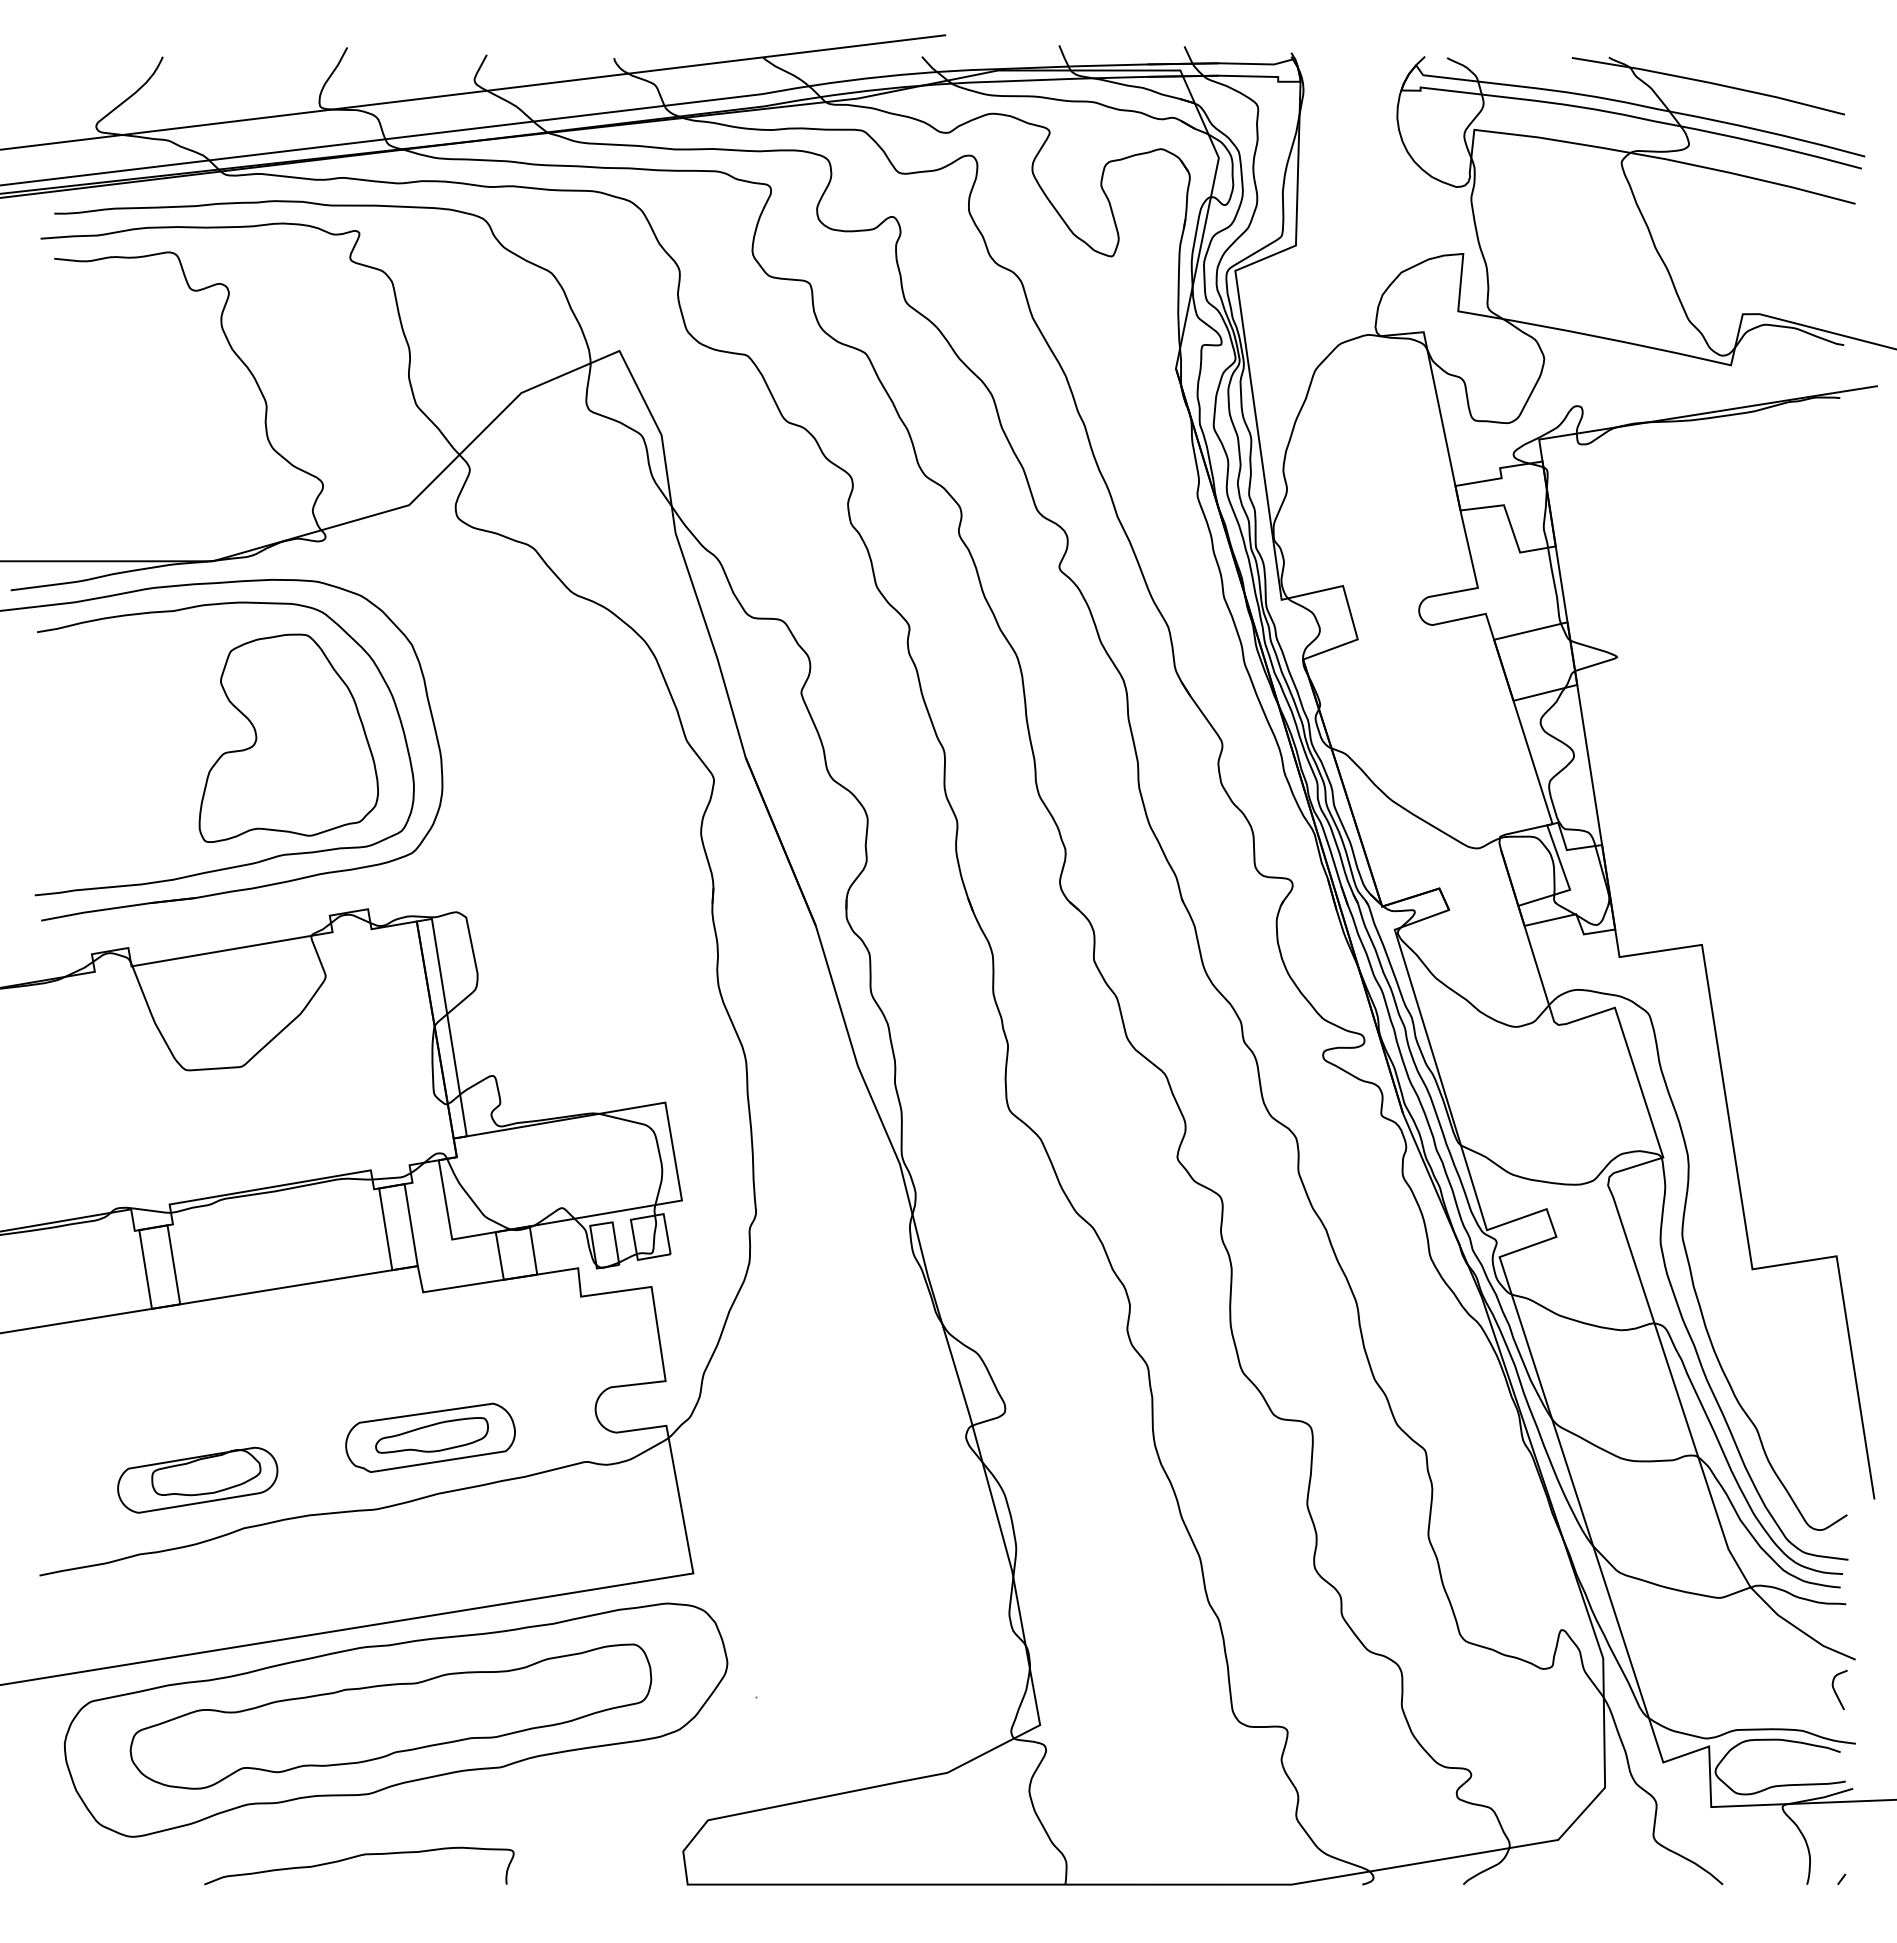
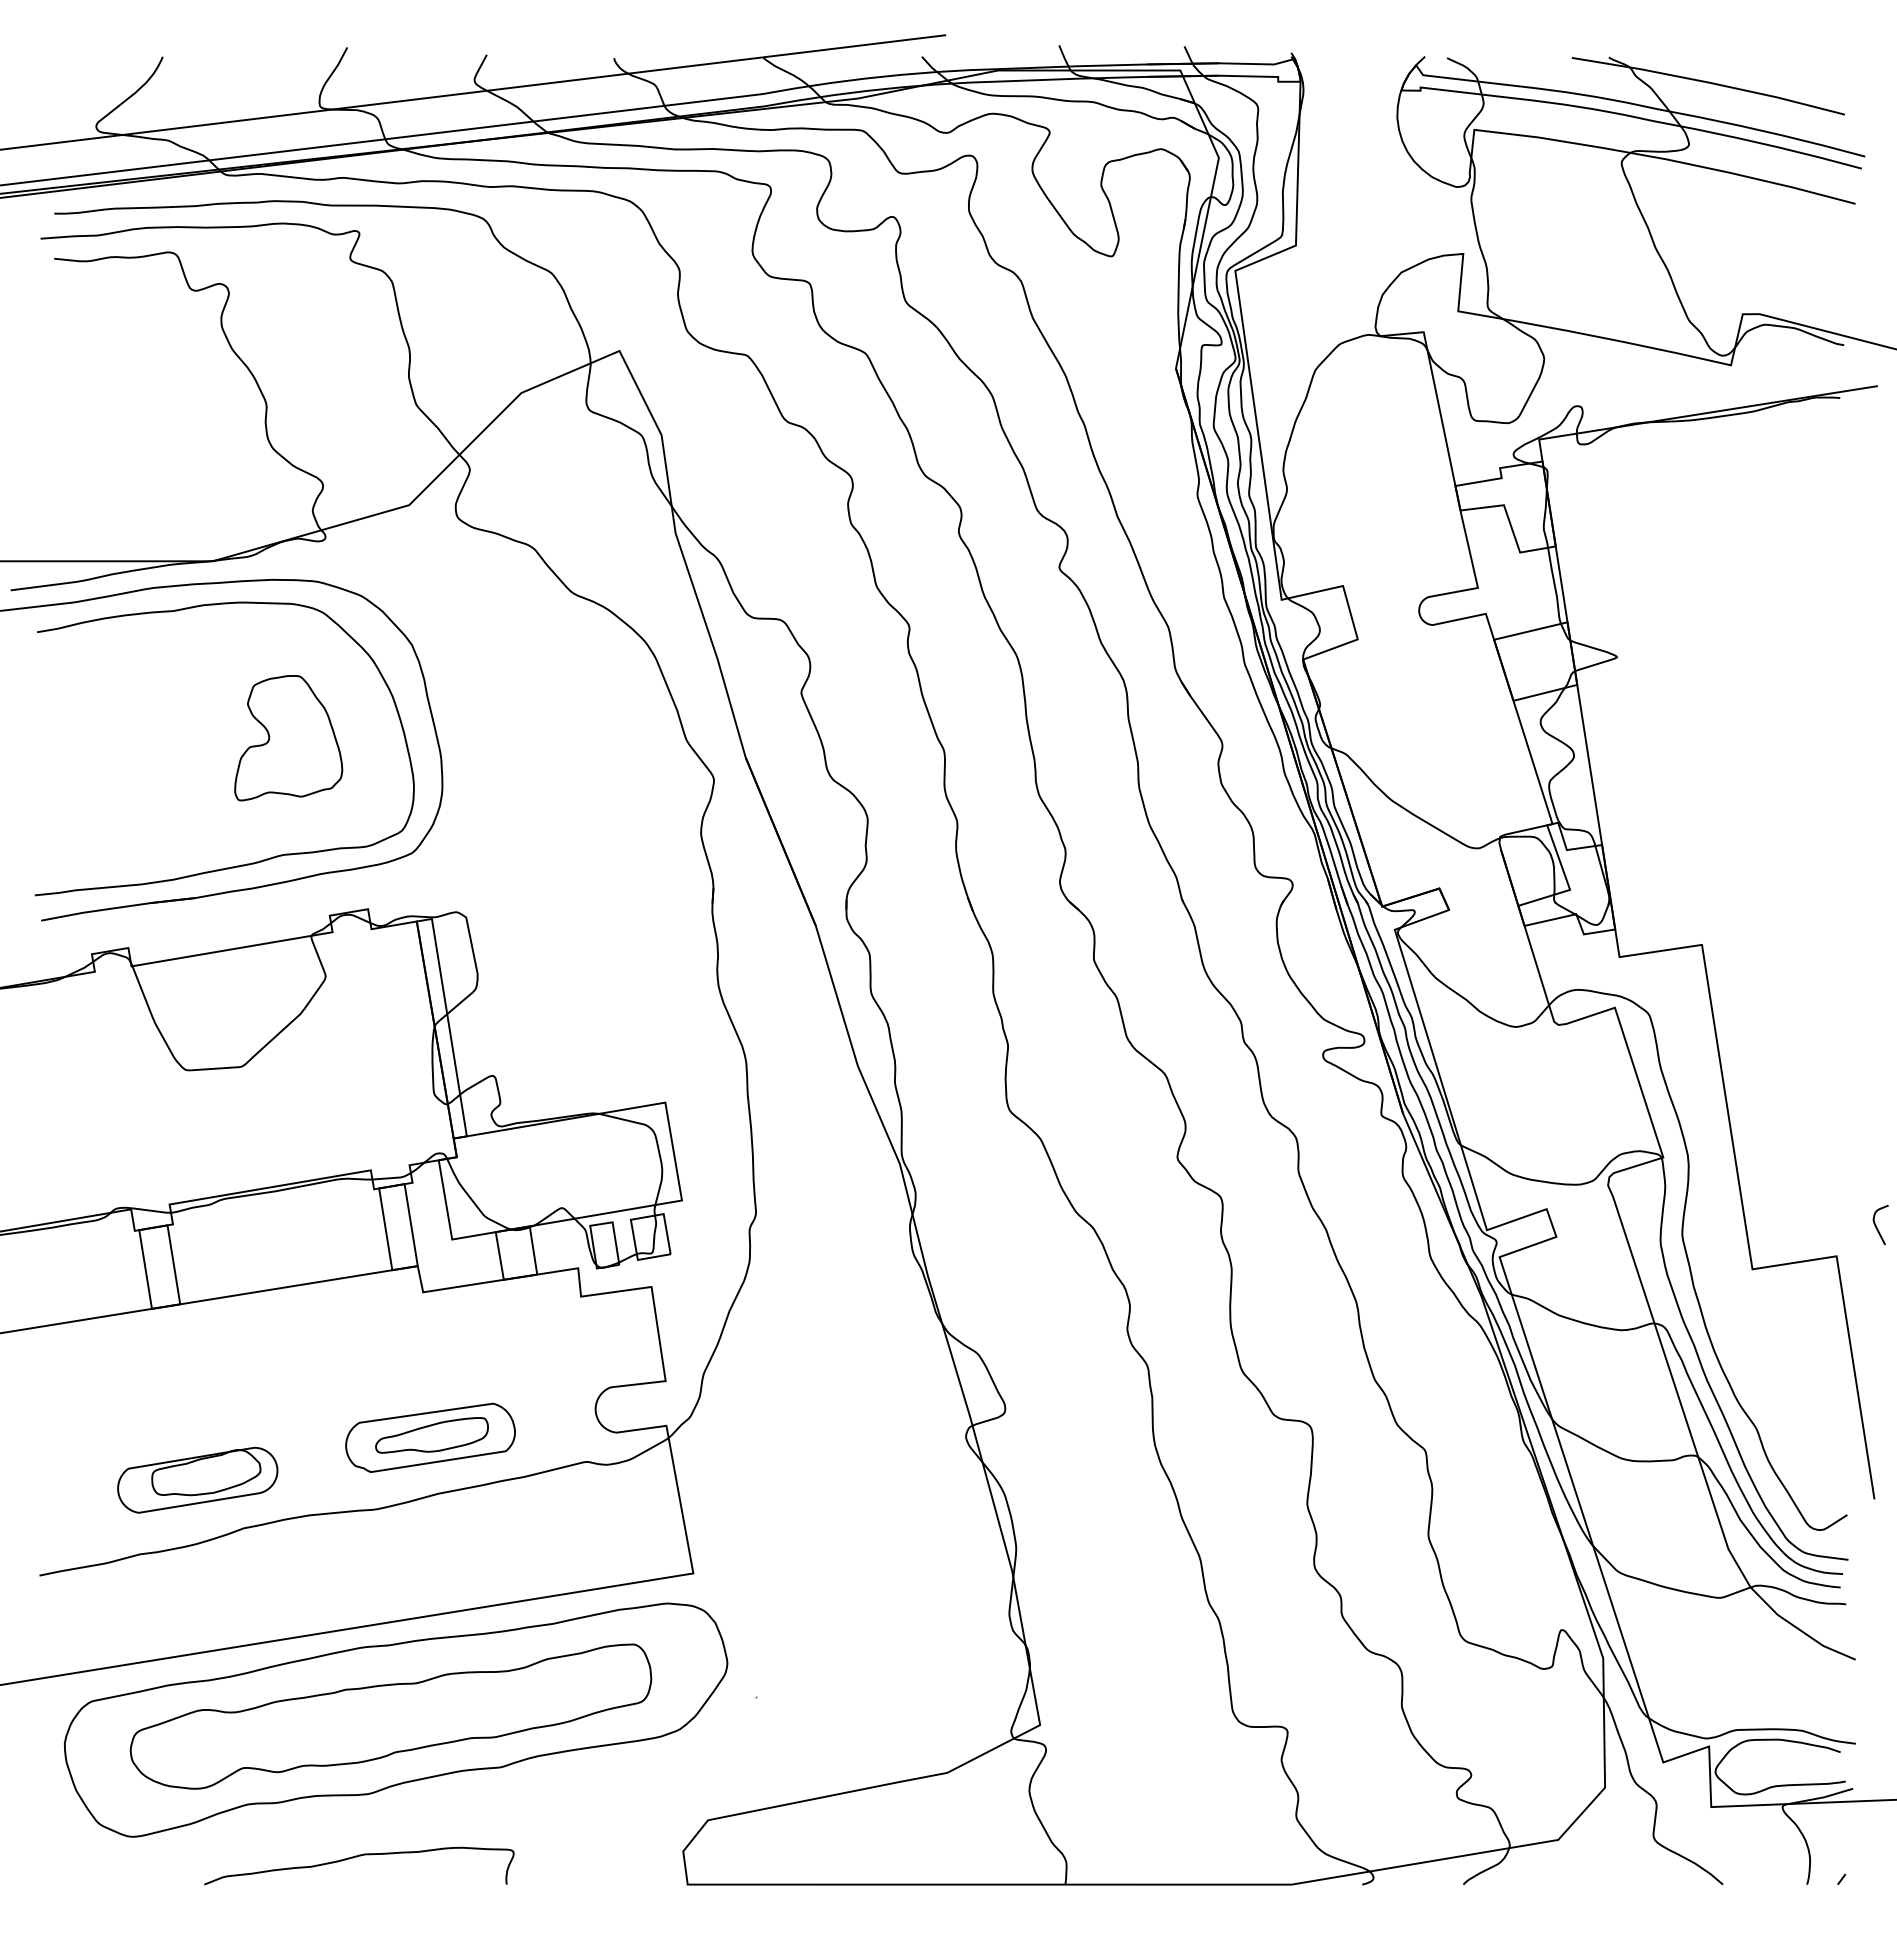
part at (288, 737) size: 181x210 px -> 110x127 px
curve at (1836, 1692) position: (1836, 1692) -> (1877, 1227)
